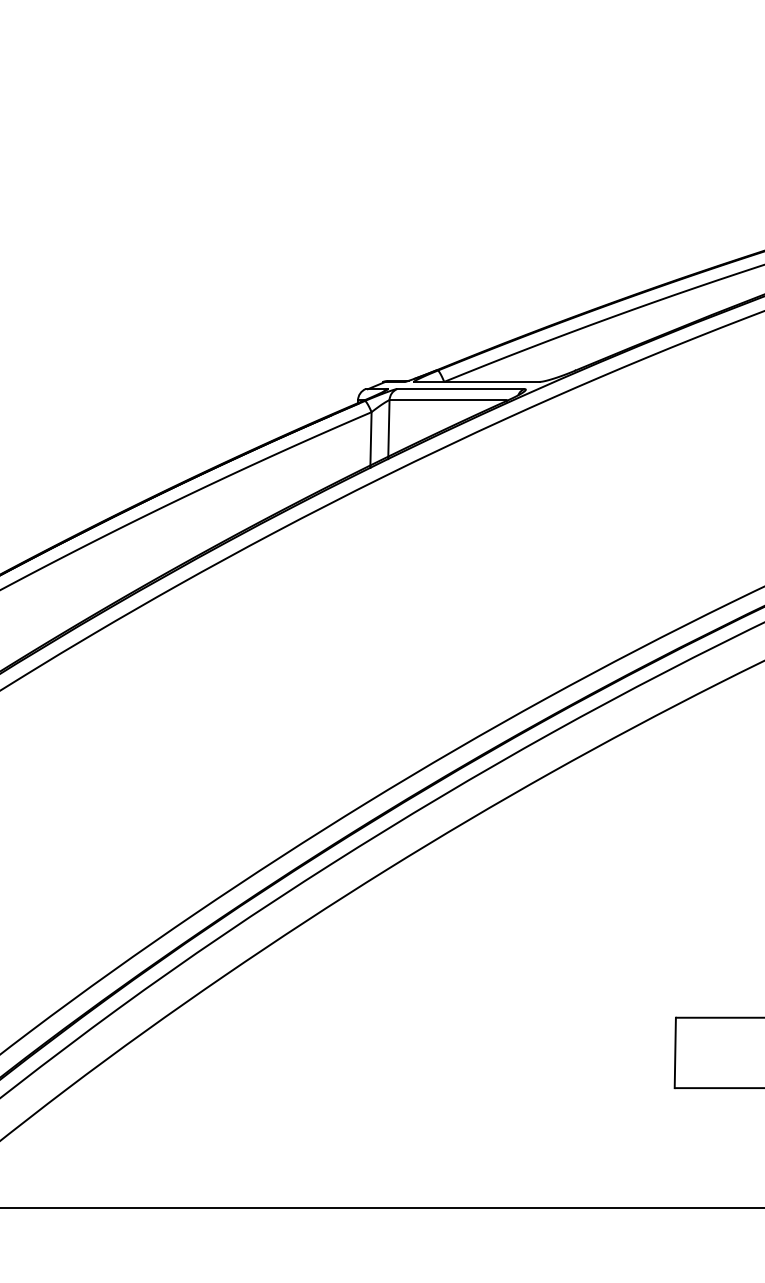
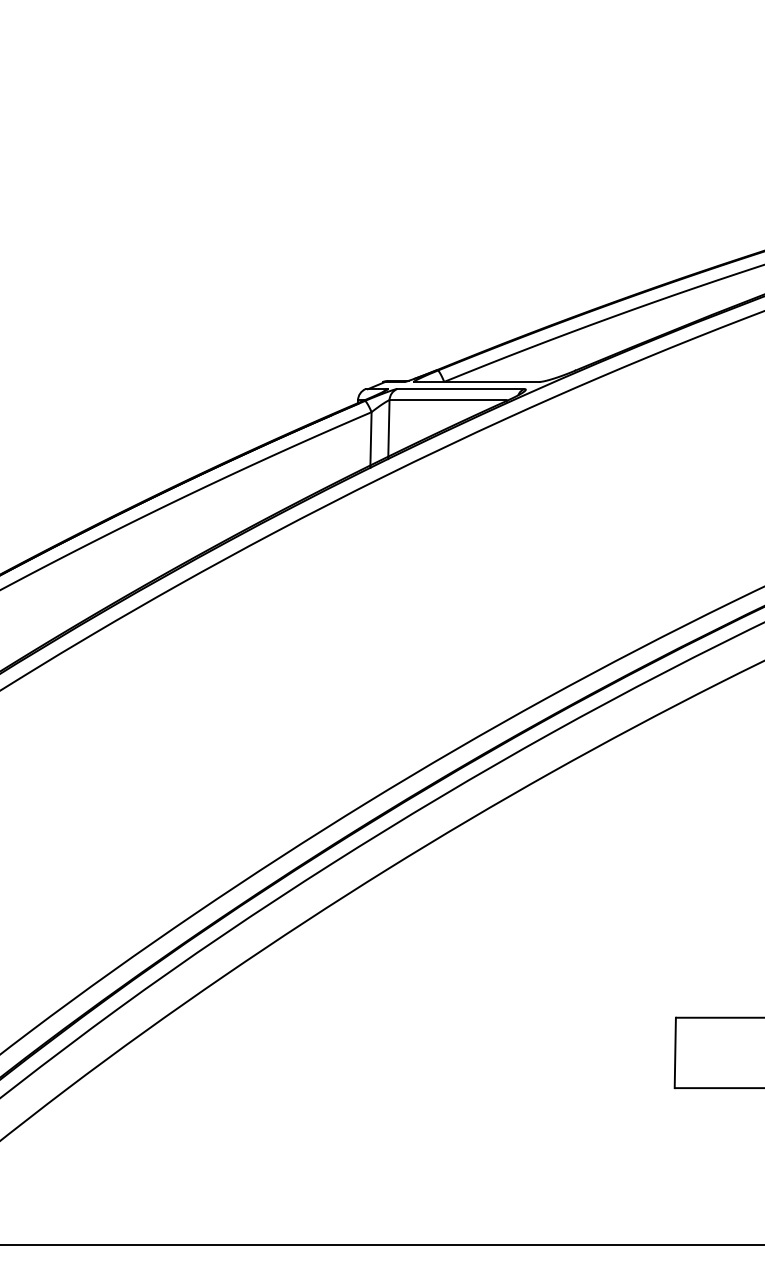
line at (381, 1207) position: (381, 1207) -> (381, 1244)
